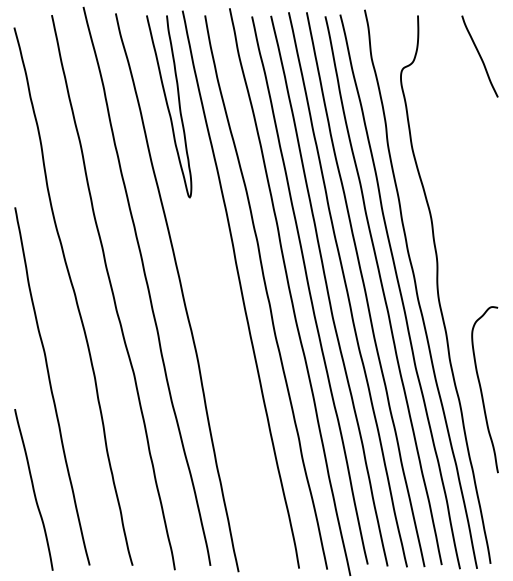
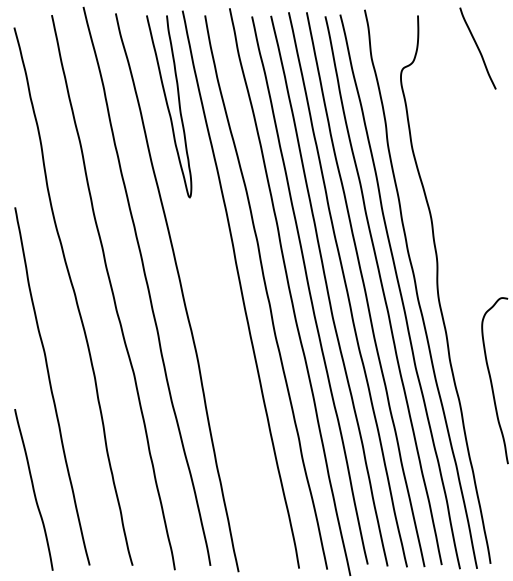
curve at (479, 56) position: (479, 56) -> (477, 48)
curve at (482, 391) position: (482, 391) -> (492, 382)
